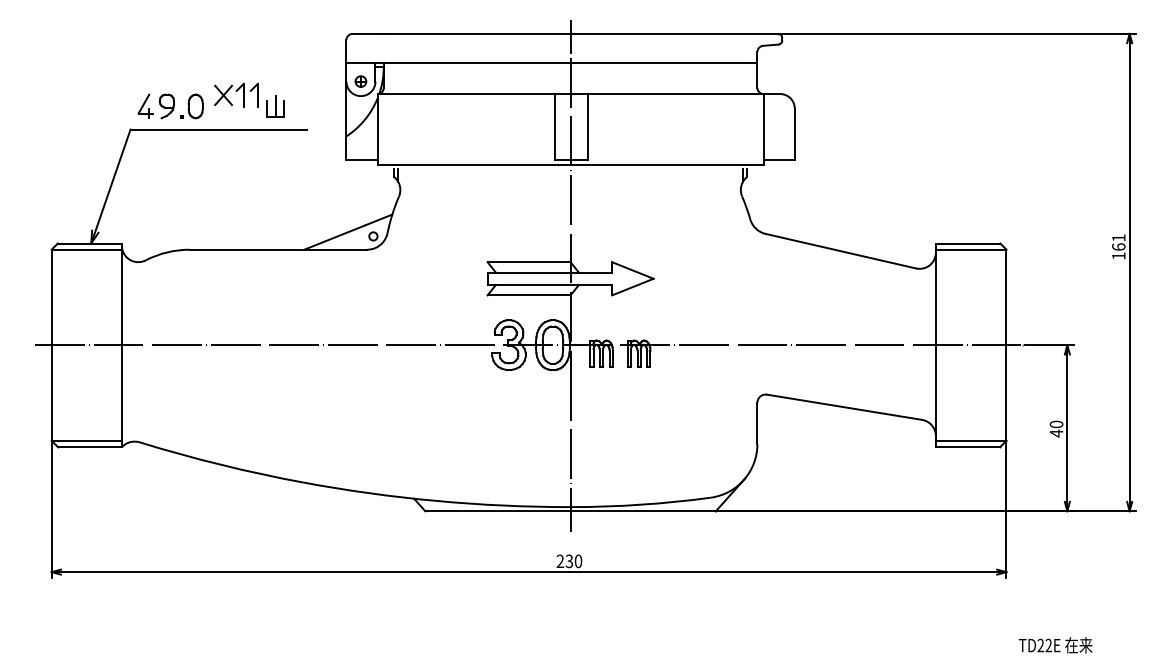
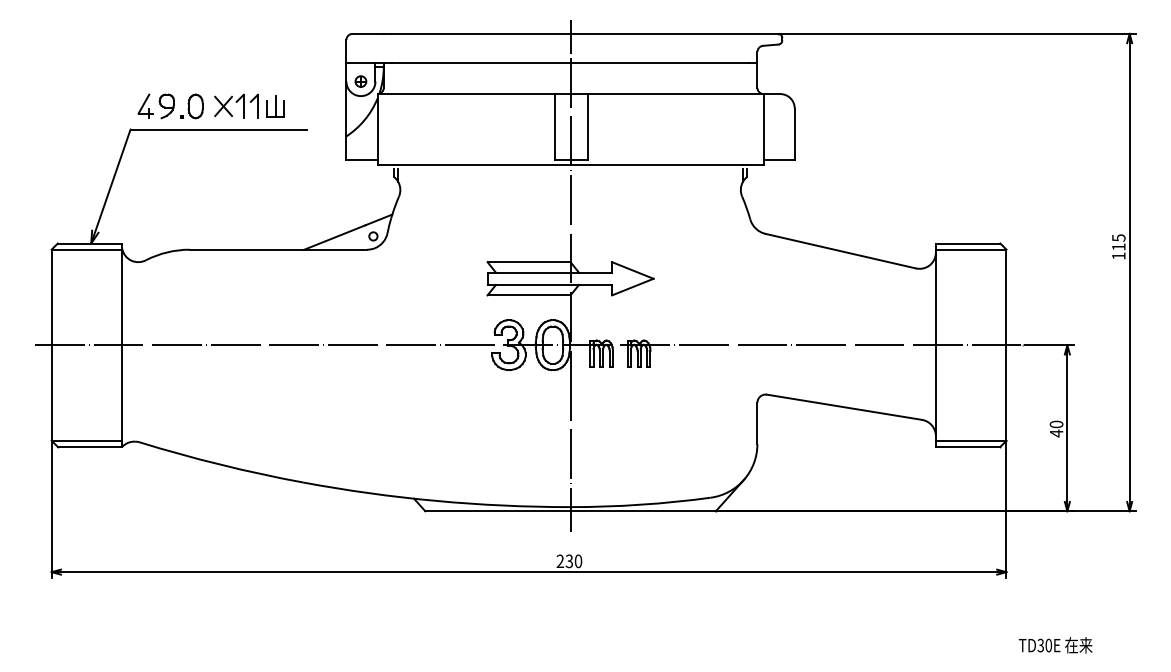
part at (236, 94) position: (236, 94) -> (236, 105)
text at (1118, 242): 161 -> 115
text at (1044, 645): TD22E -> TD30E
